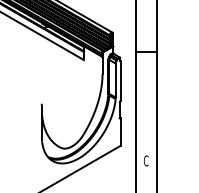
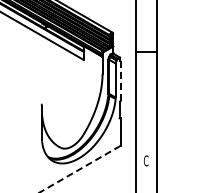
line at (120, 81): solid -> dashed
line at (79, 169): solid -> dashed
